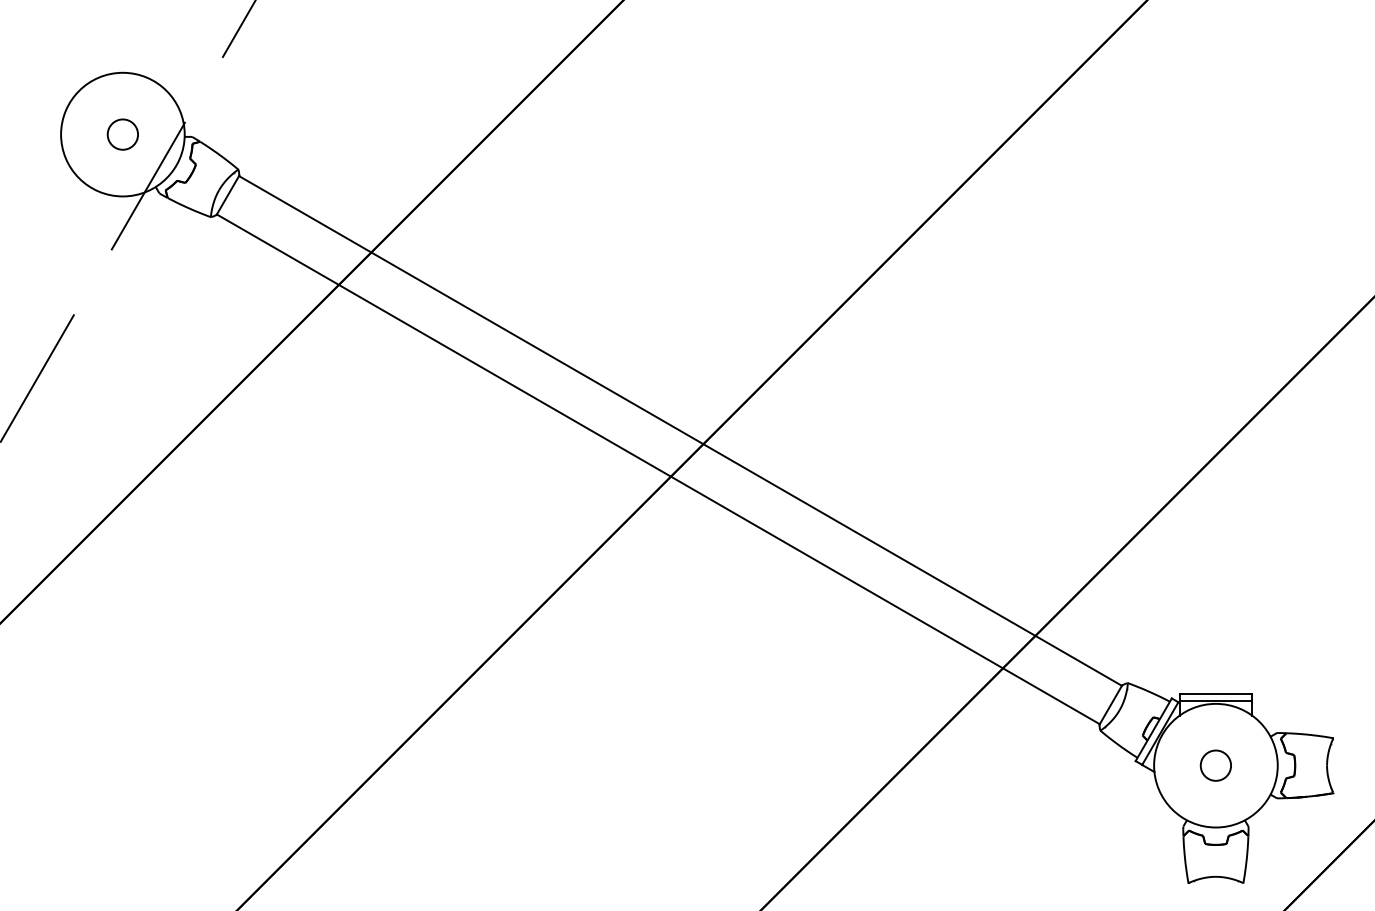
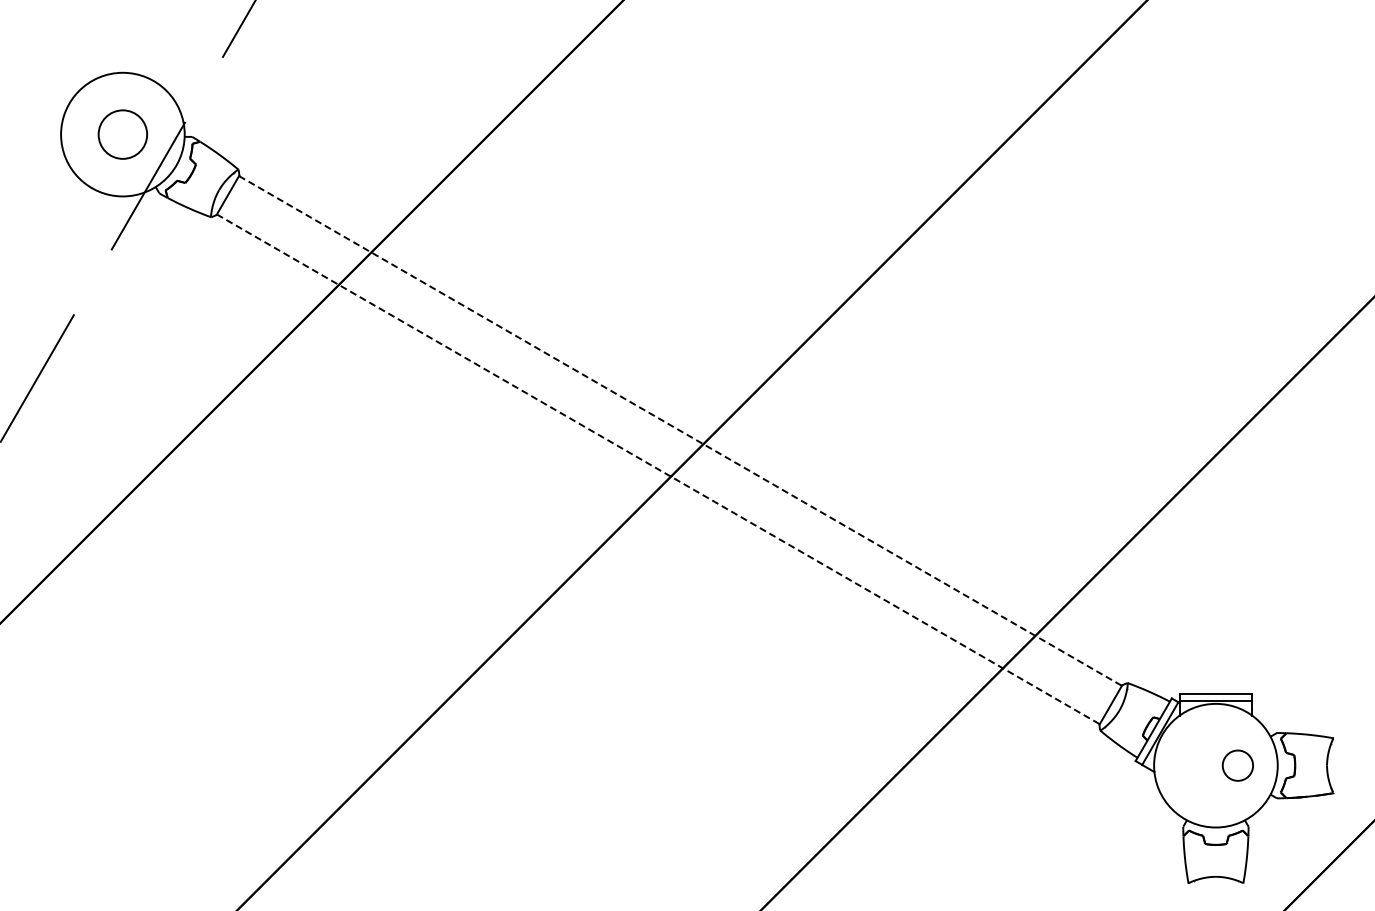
circle at (122, 134) diameter: 30 px -> 49 px
line at (680, 430): solid -> dashed
line at (658, 469): solid -> dashed
circle at (1215, 765) position: (1215, 765) -> (1237, 765)
